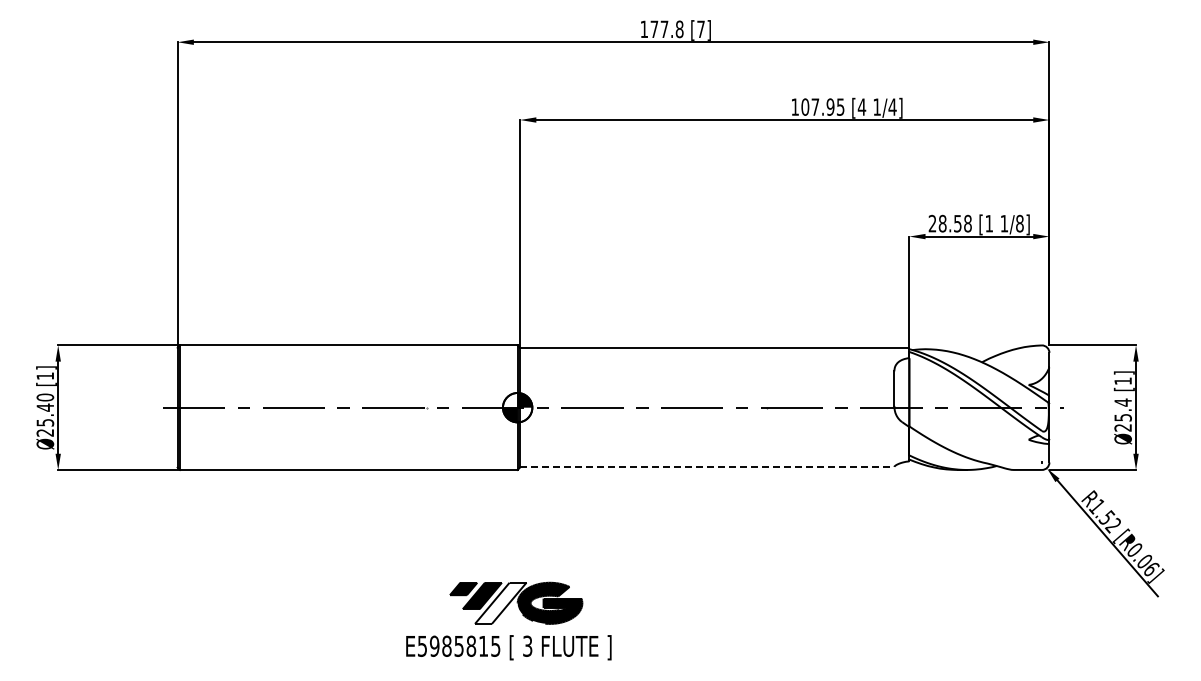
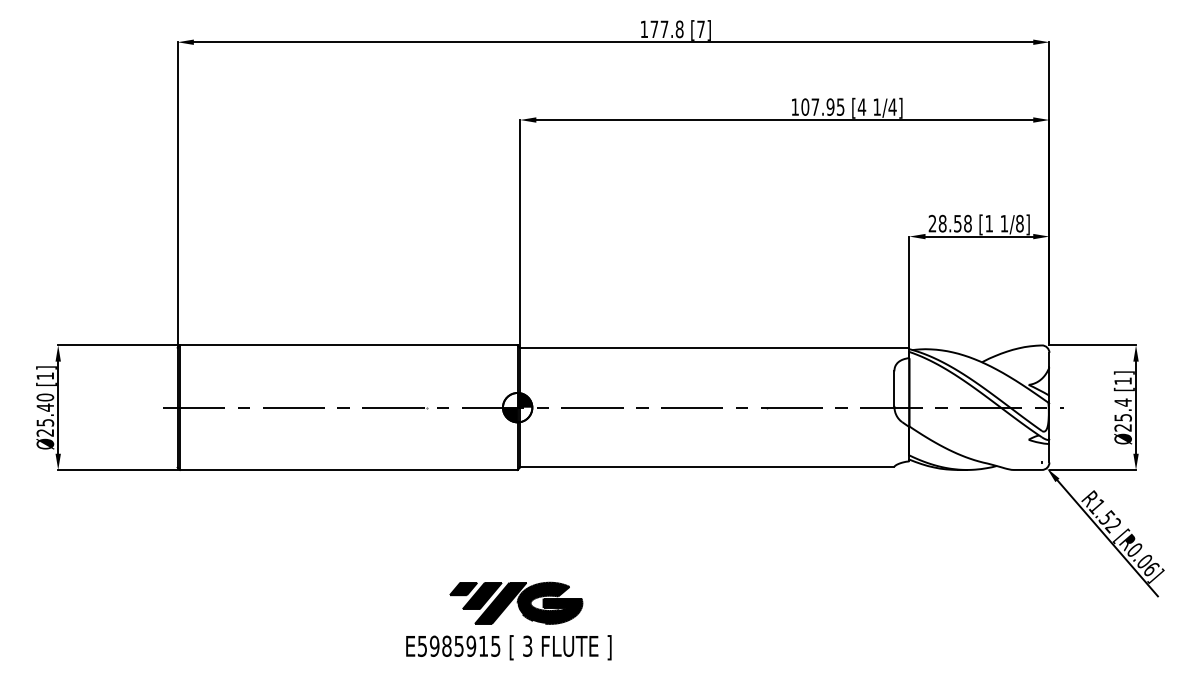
line at (707, 467): dashed -> solid
fill at (500, 602): none -> present
text at (471, 645): E5985815 -> E5985915
